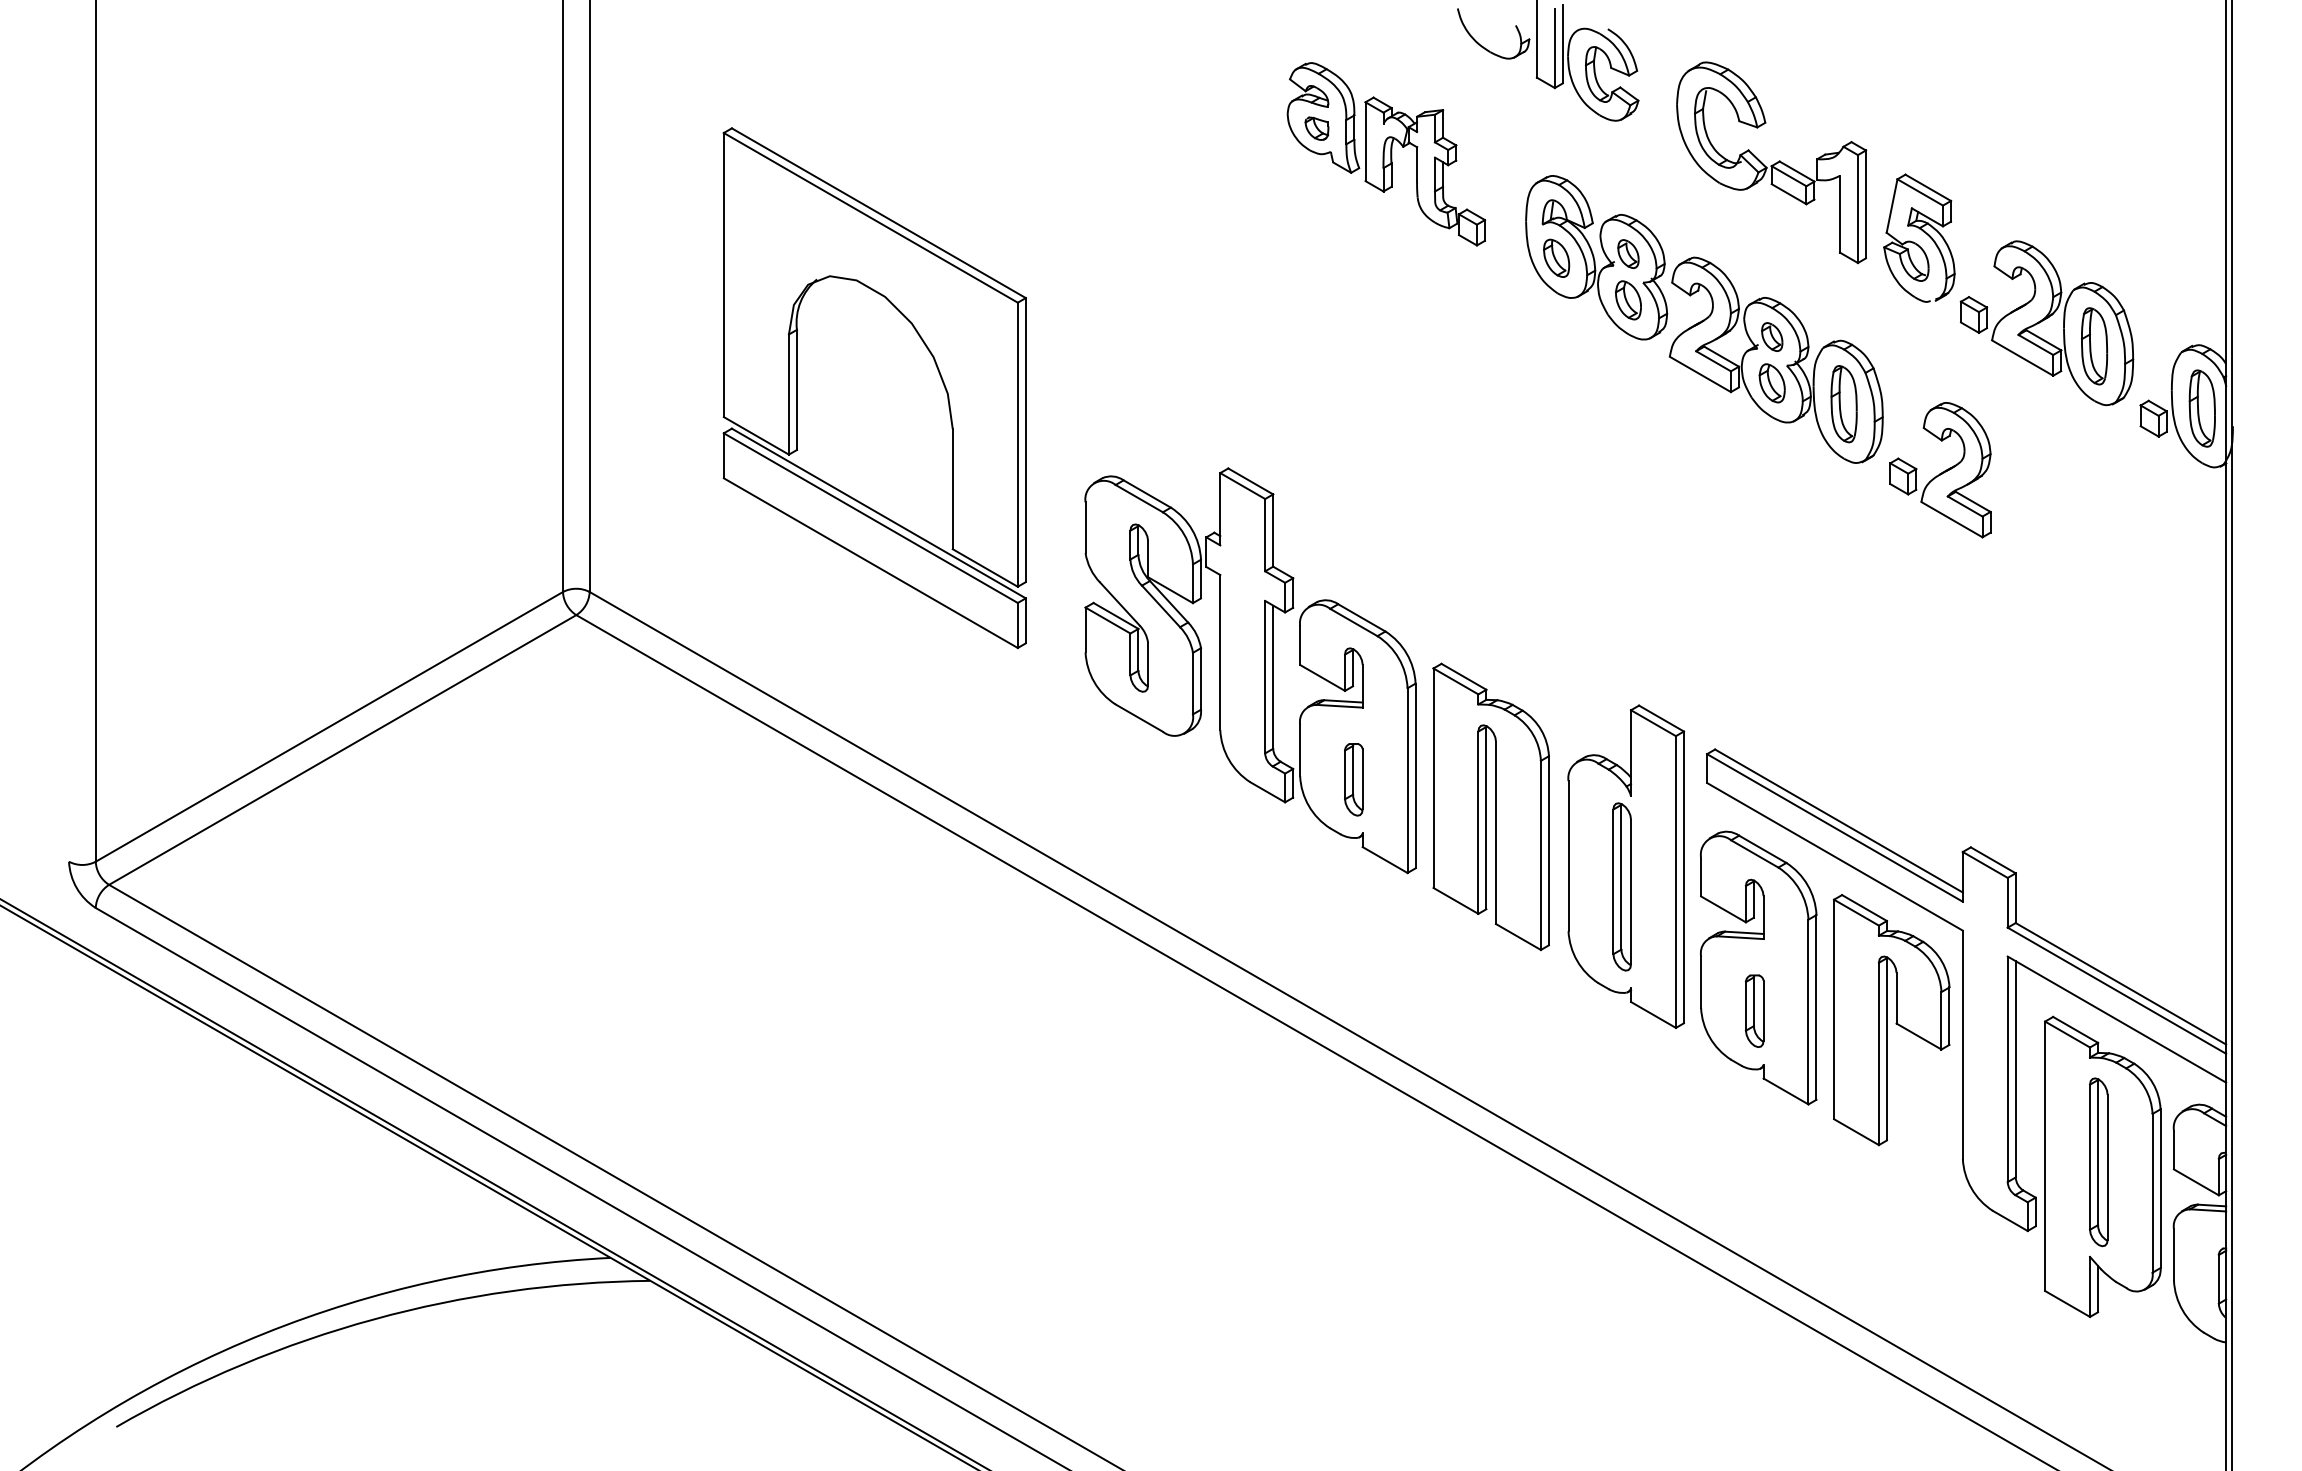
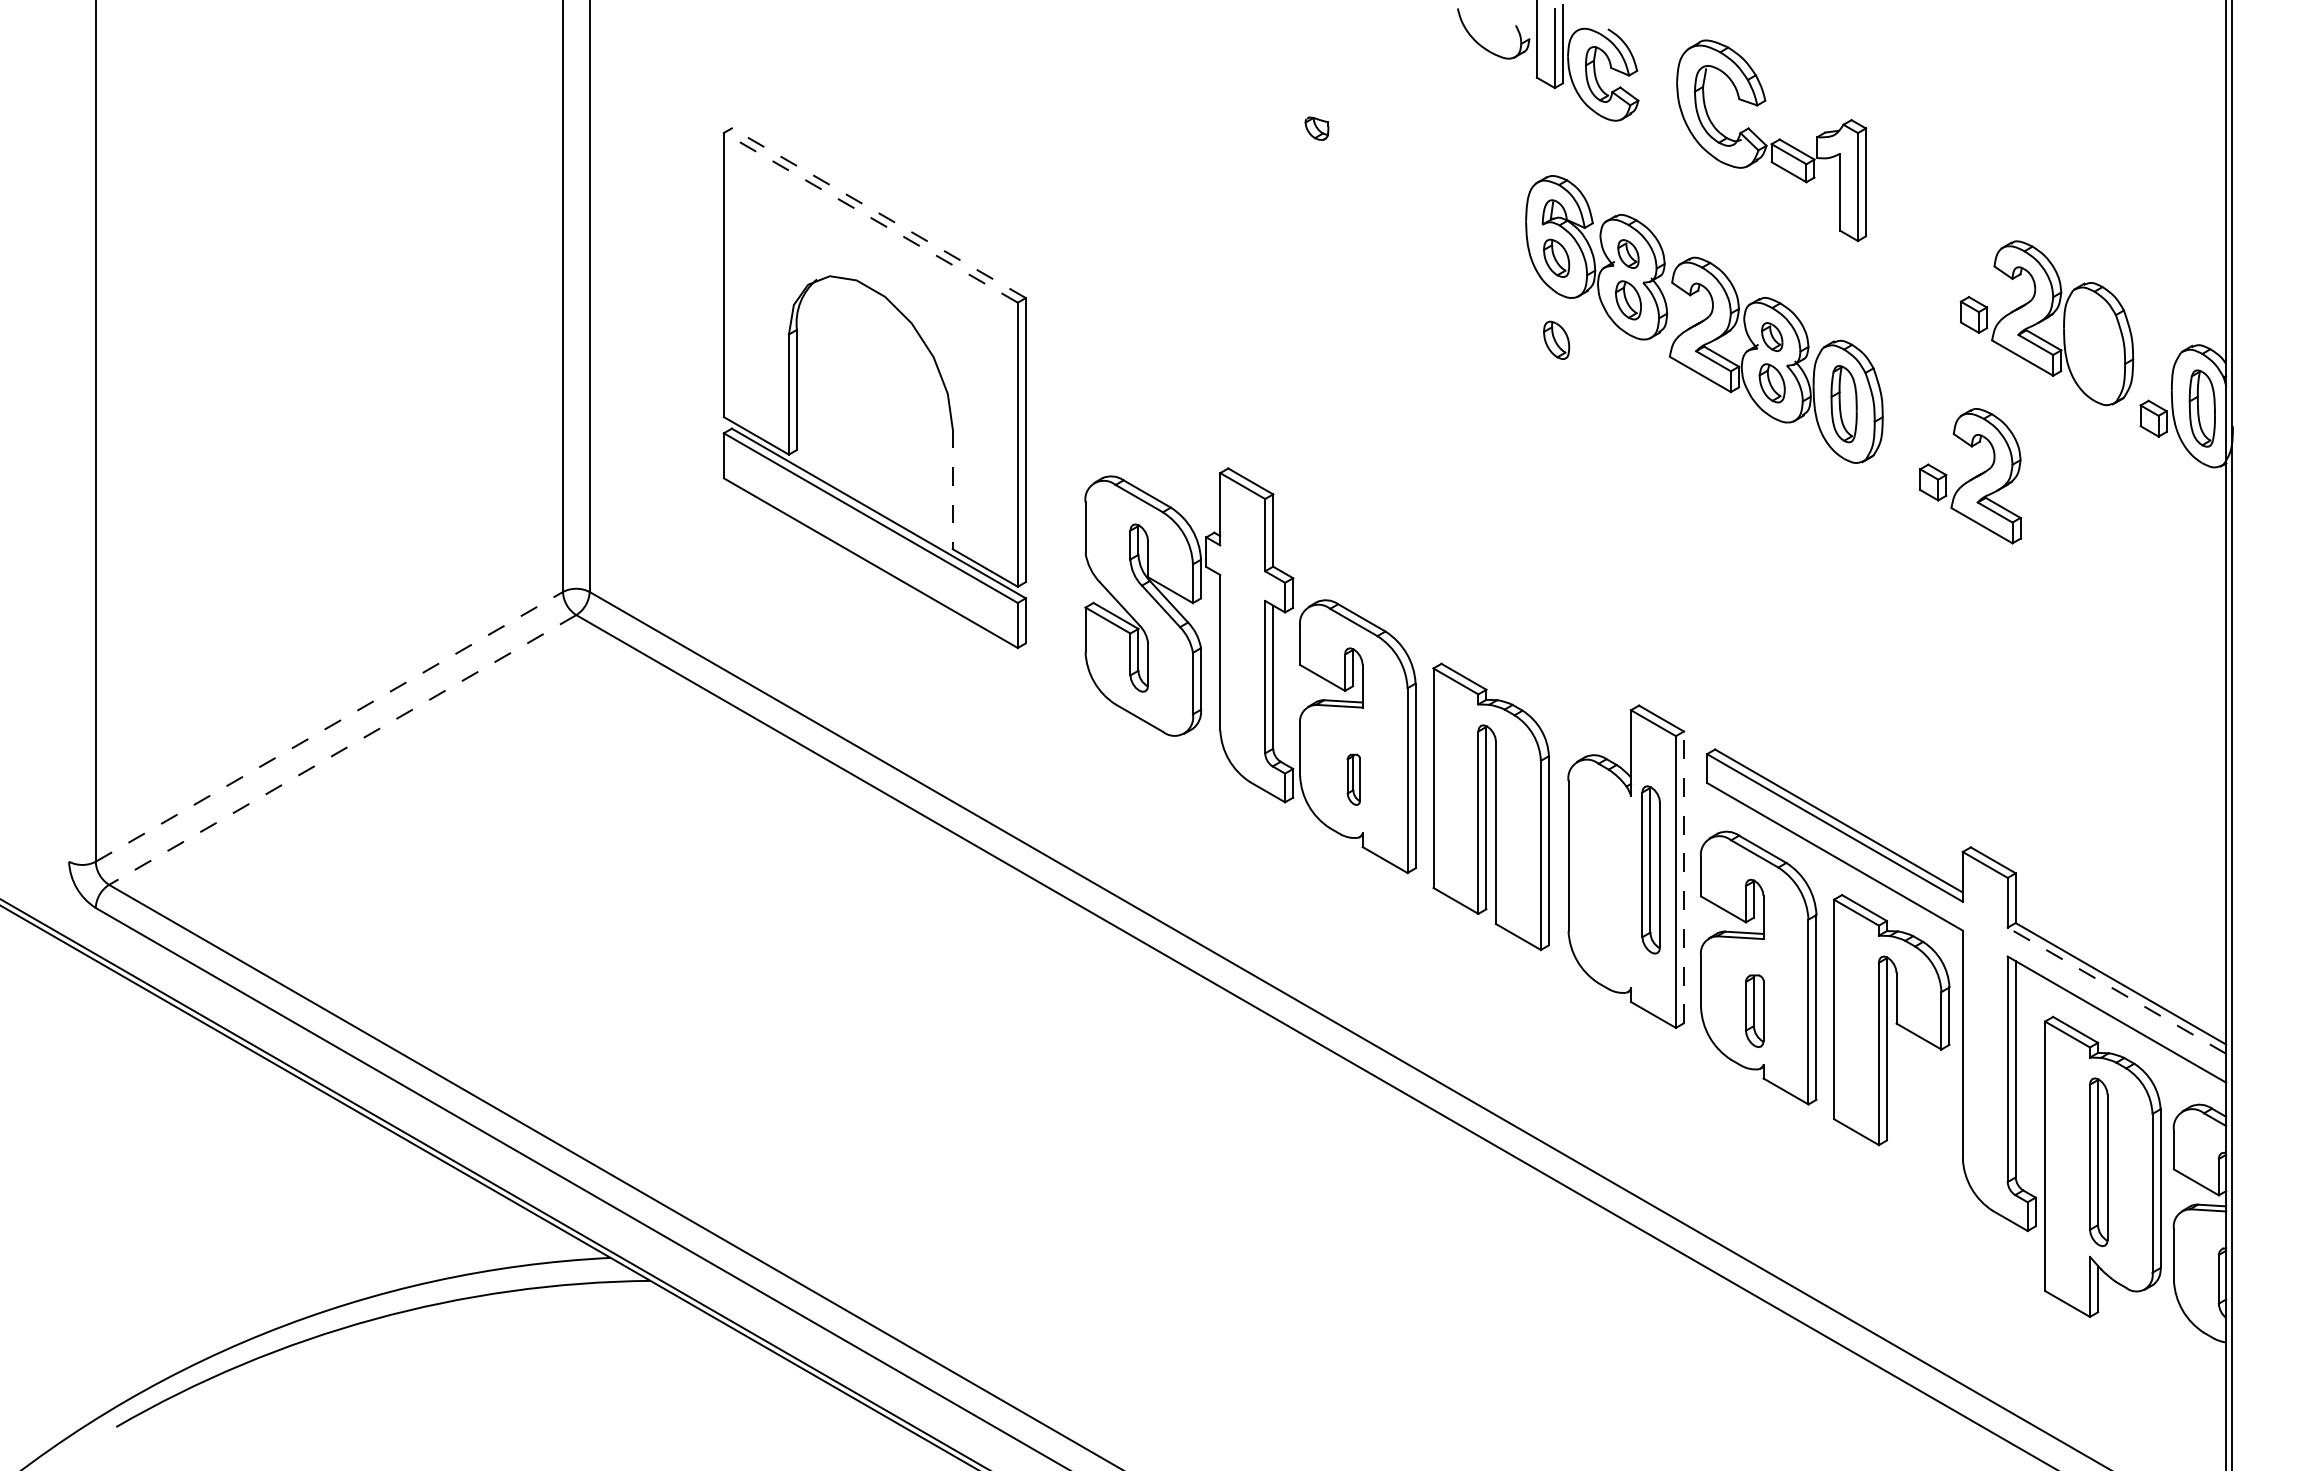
part at (1386, 154): present -> none
part at (1771, 162) position: (1771, 162) -> (1771, 140)
line at (878, 213): solid -> dashed
line at (870, 217): solid -> dashed
part at (1917, 243): present -> none
part at (1556, 339): none -> present
part at (2094, 346): present -> none
part at (1940, 470) position: (1940, 470) -> (1970, 476)
line at (952, 489): solid -> dashed
line at (329, 726): solid -> dashed
line at (342, 749): solid -> dashed
part at (1353, 779) size: 20x74 px -> 15x53 px
line at (1683, 877): solid -> dashed
part at (1621, 886) position: (1621, 886) -> (1650, 869)
line at (2116, 990): solid -> dashed
